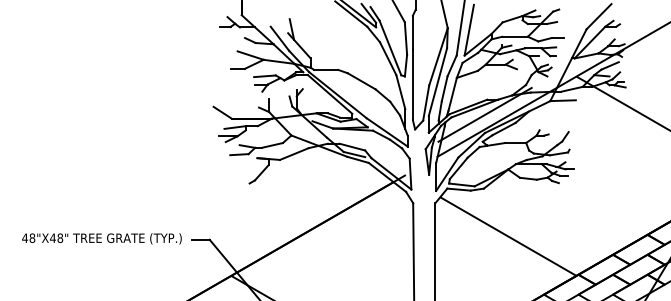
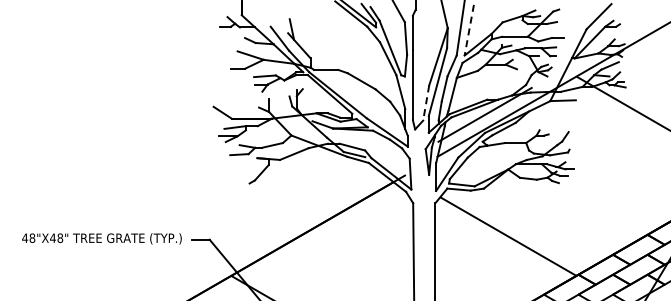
line at (469, 30): solid -> dashed
line at (426, 103): solid -> dashed
